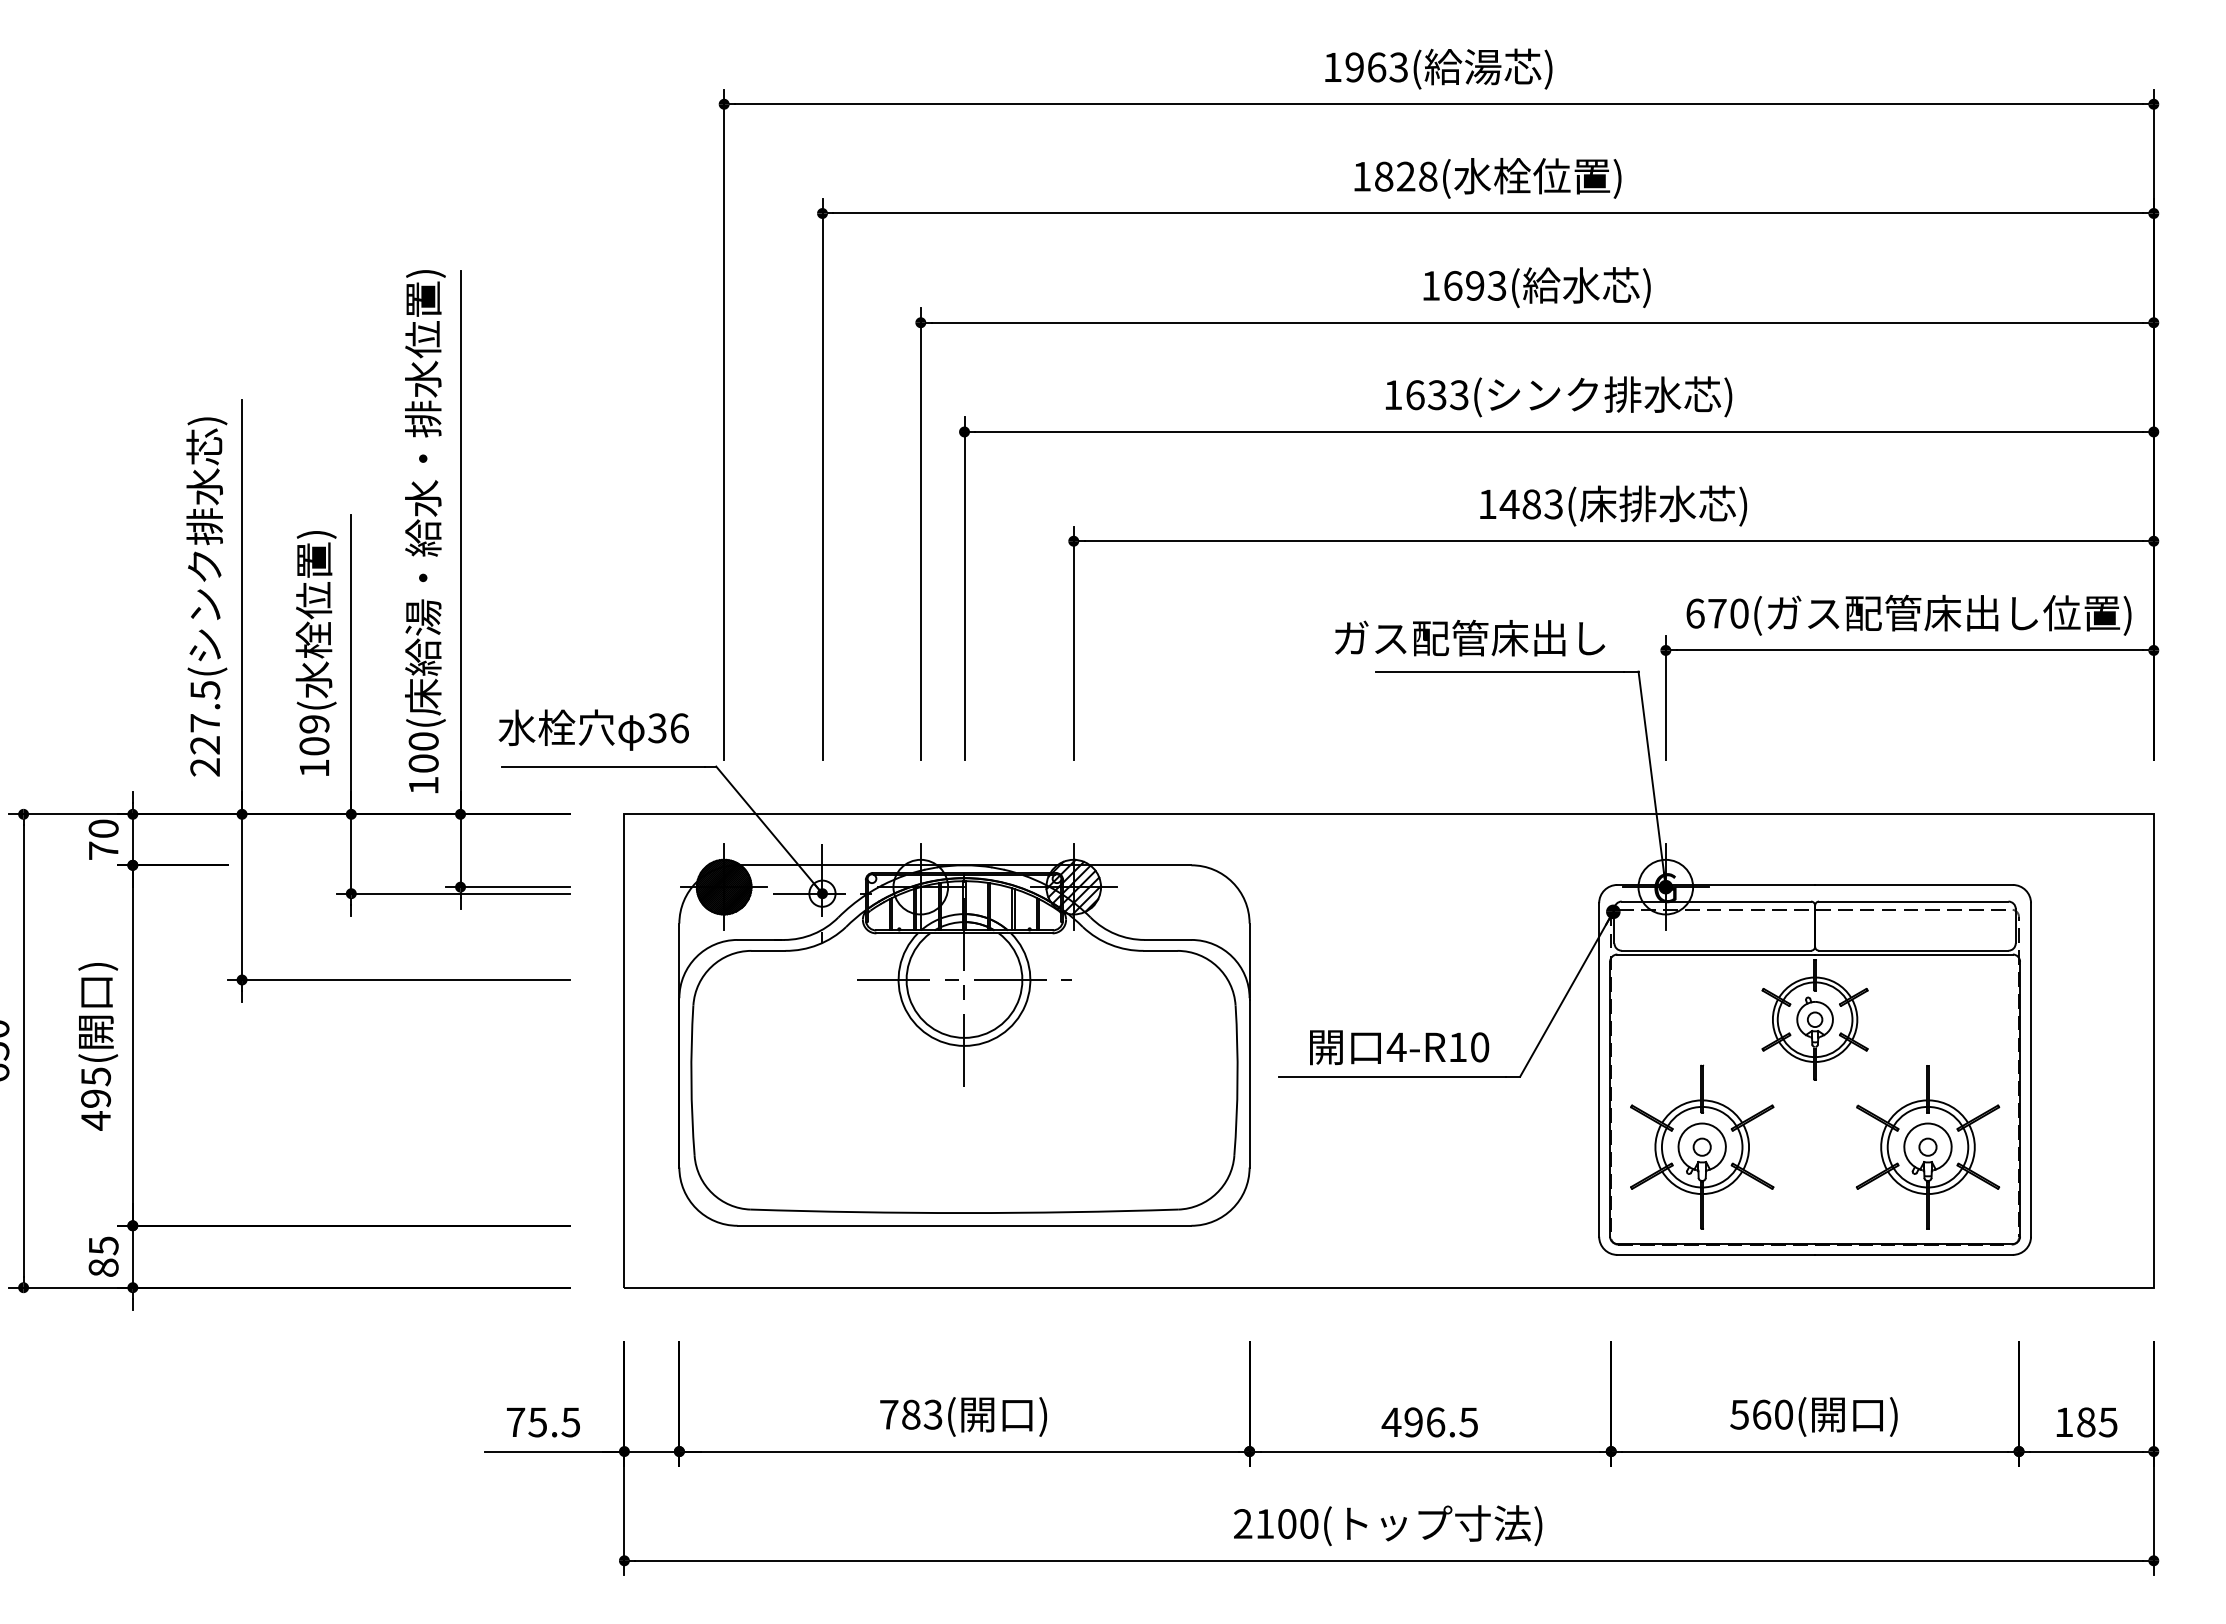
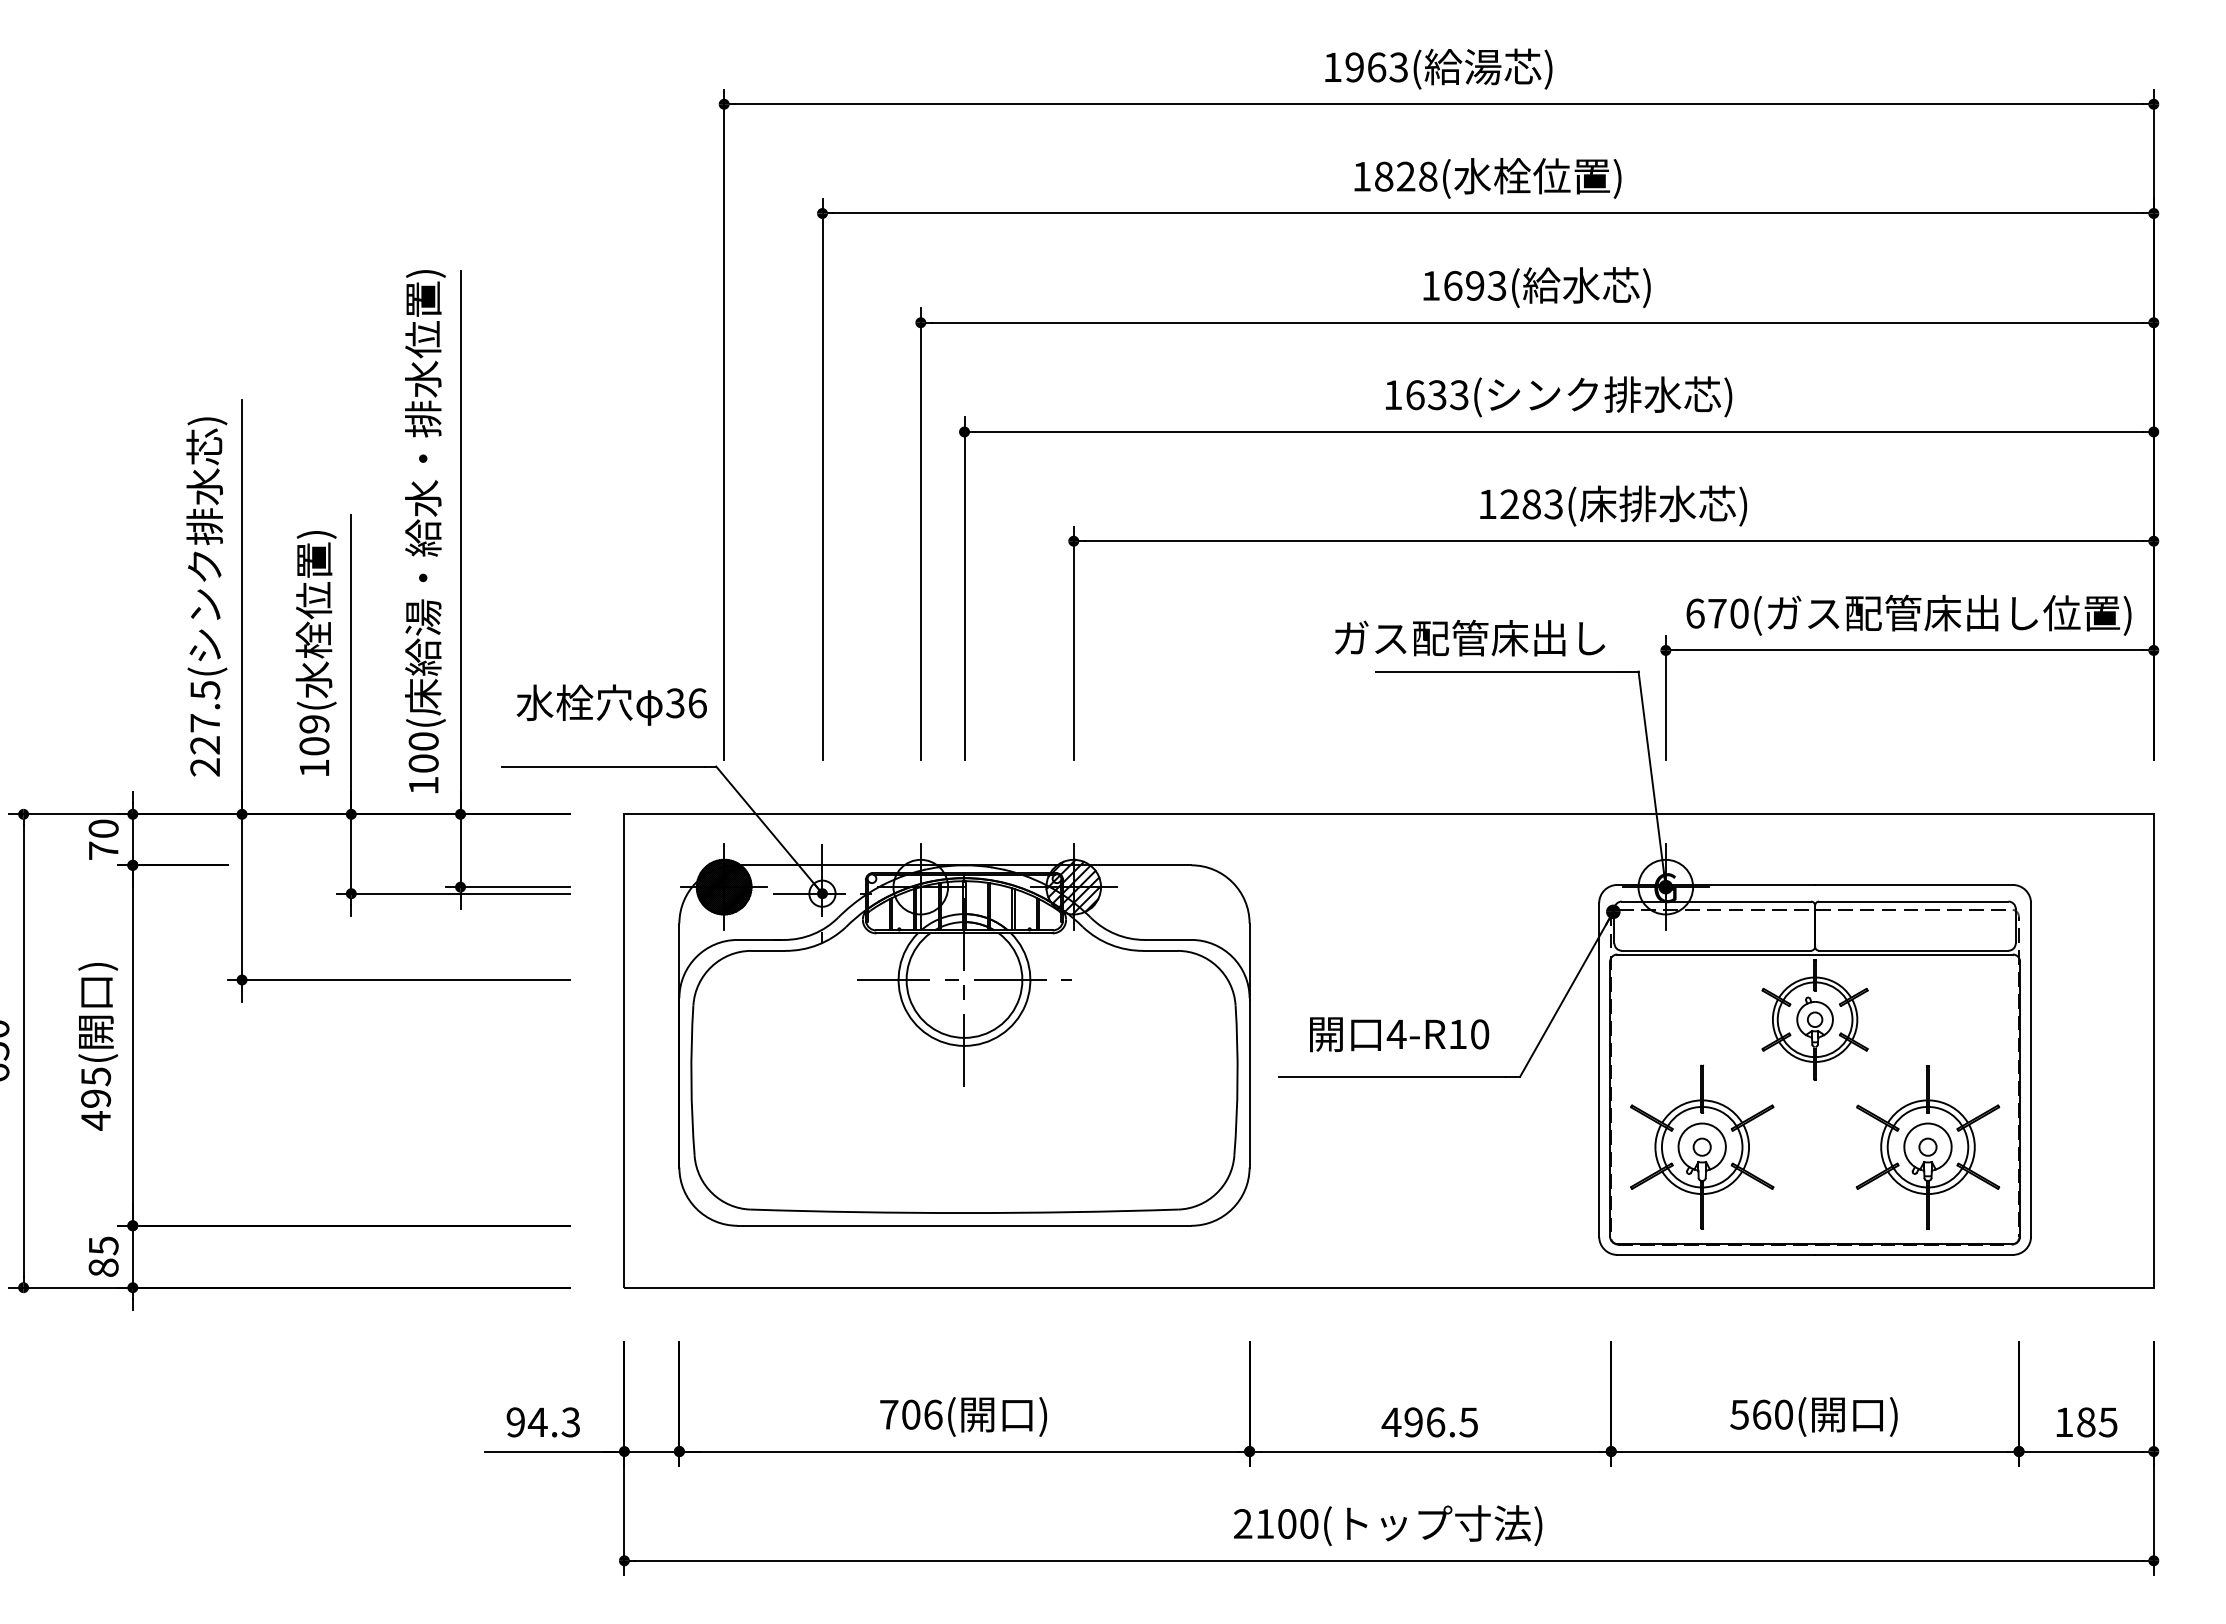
text at (1509, 503): 1483( -> 1283(
text at (593, 729) position: (593, 729) -> (611, 704)
text at (1399, 1047) position: (1399, 1047) -> (1399, 1034)
text at (922, 1414): 783( -> 706(
text at (542, 1422): 75.5 -> 94.3
